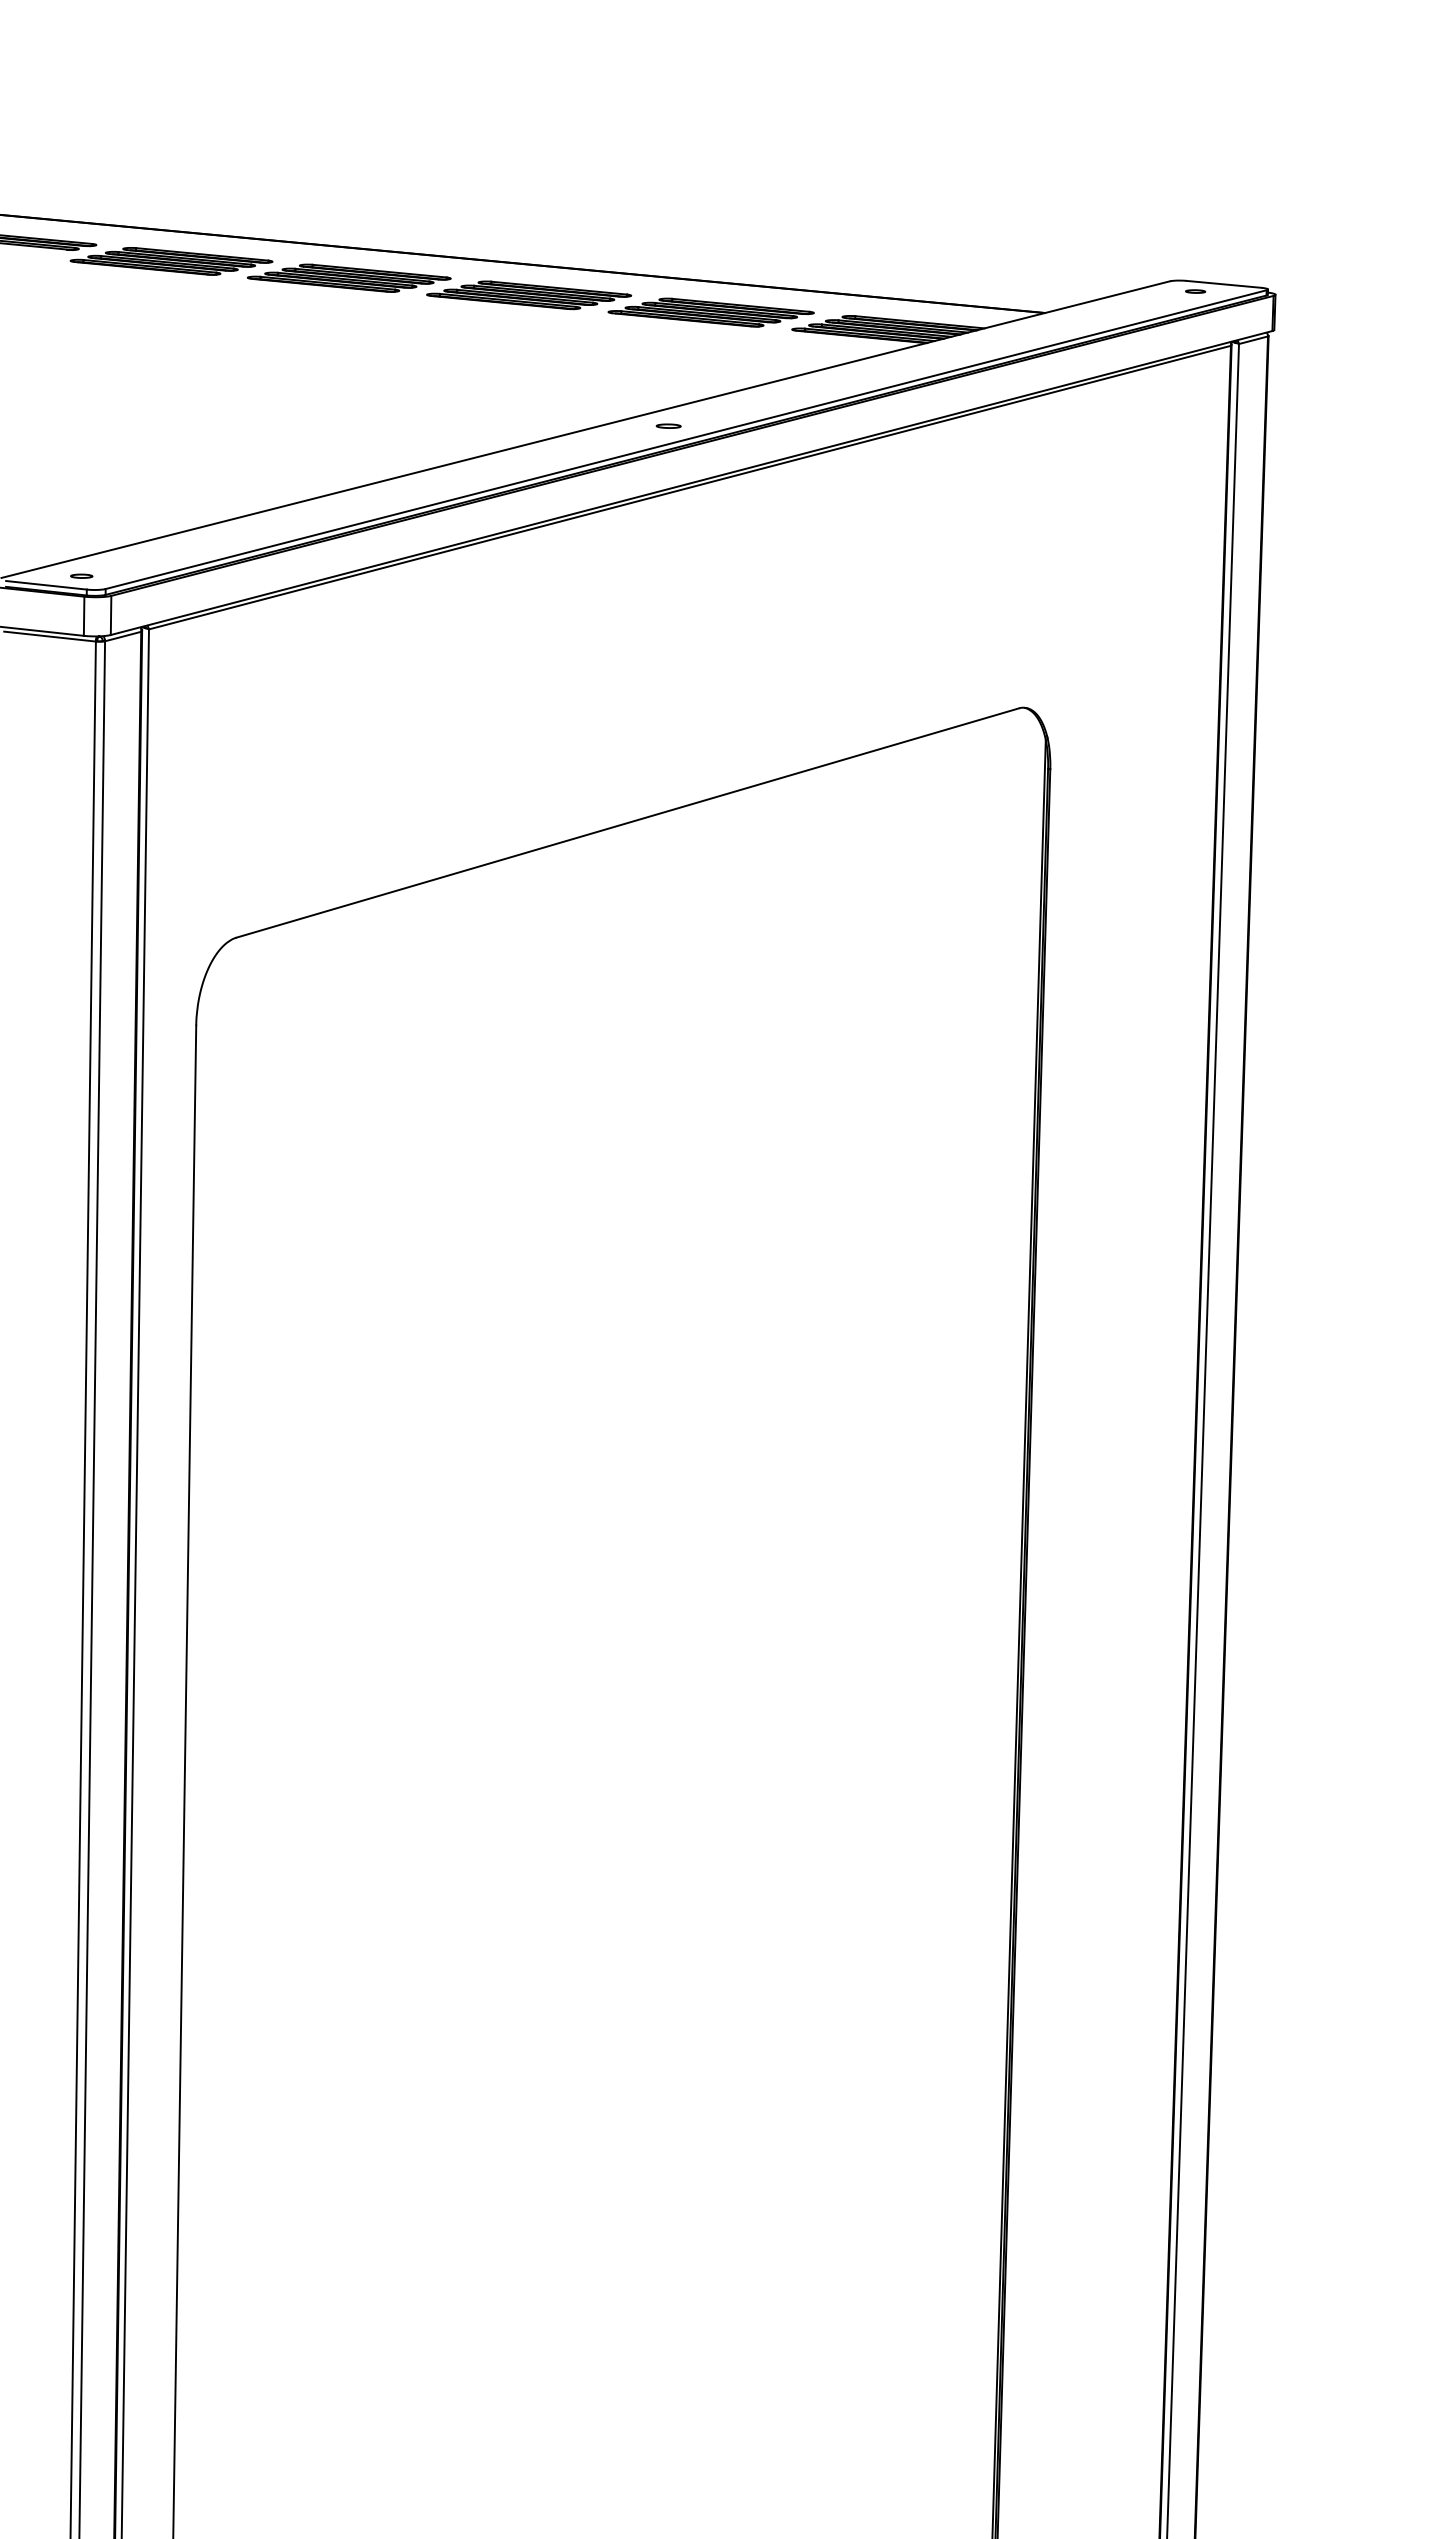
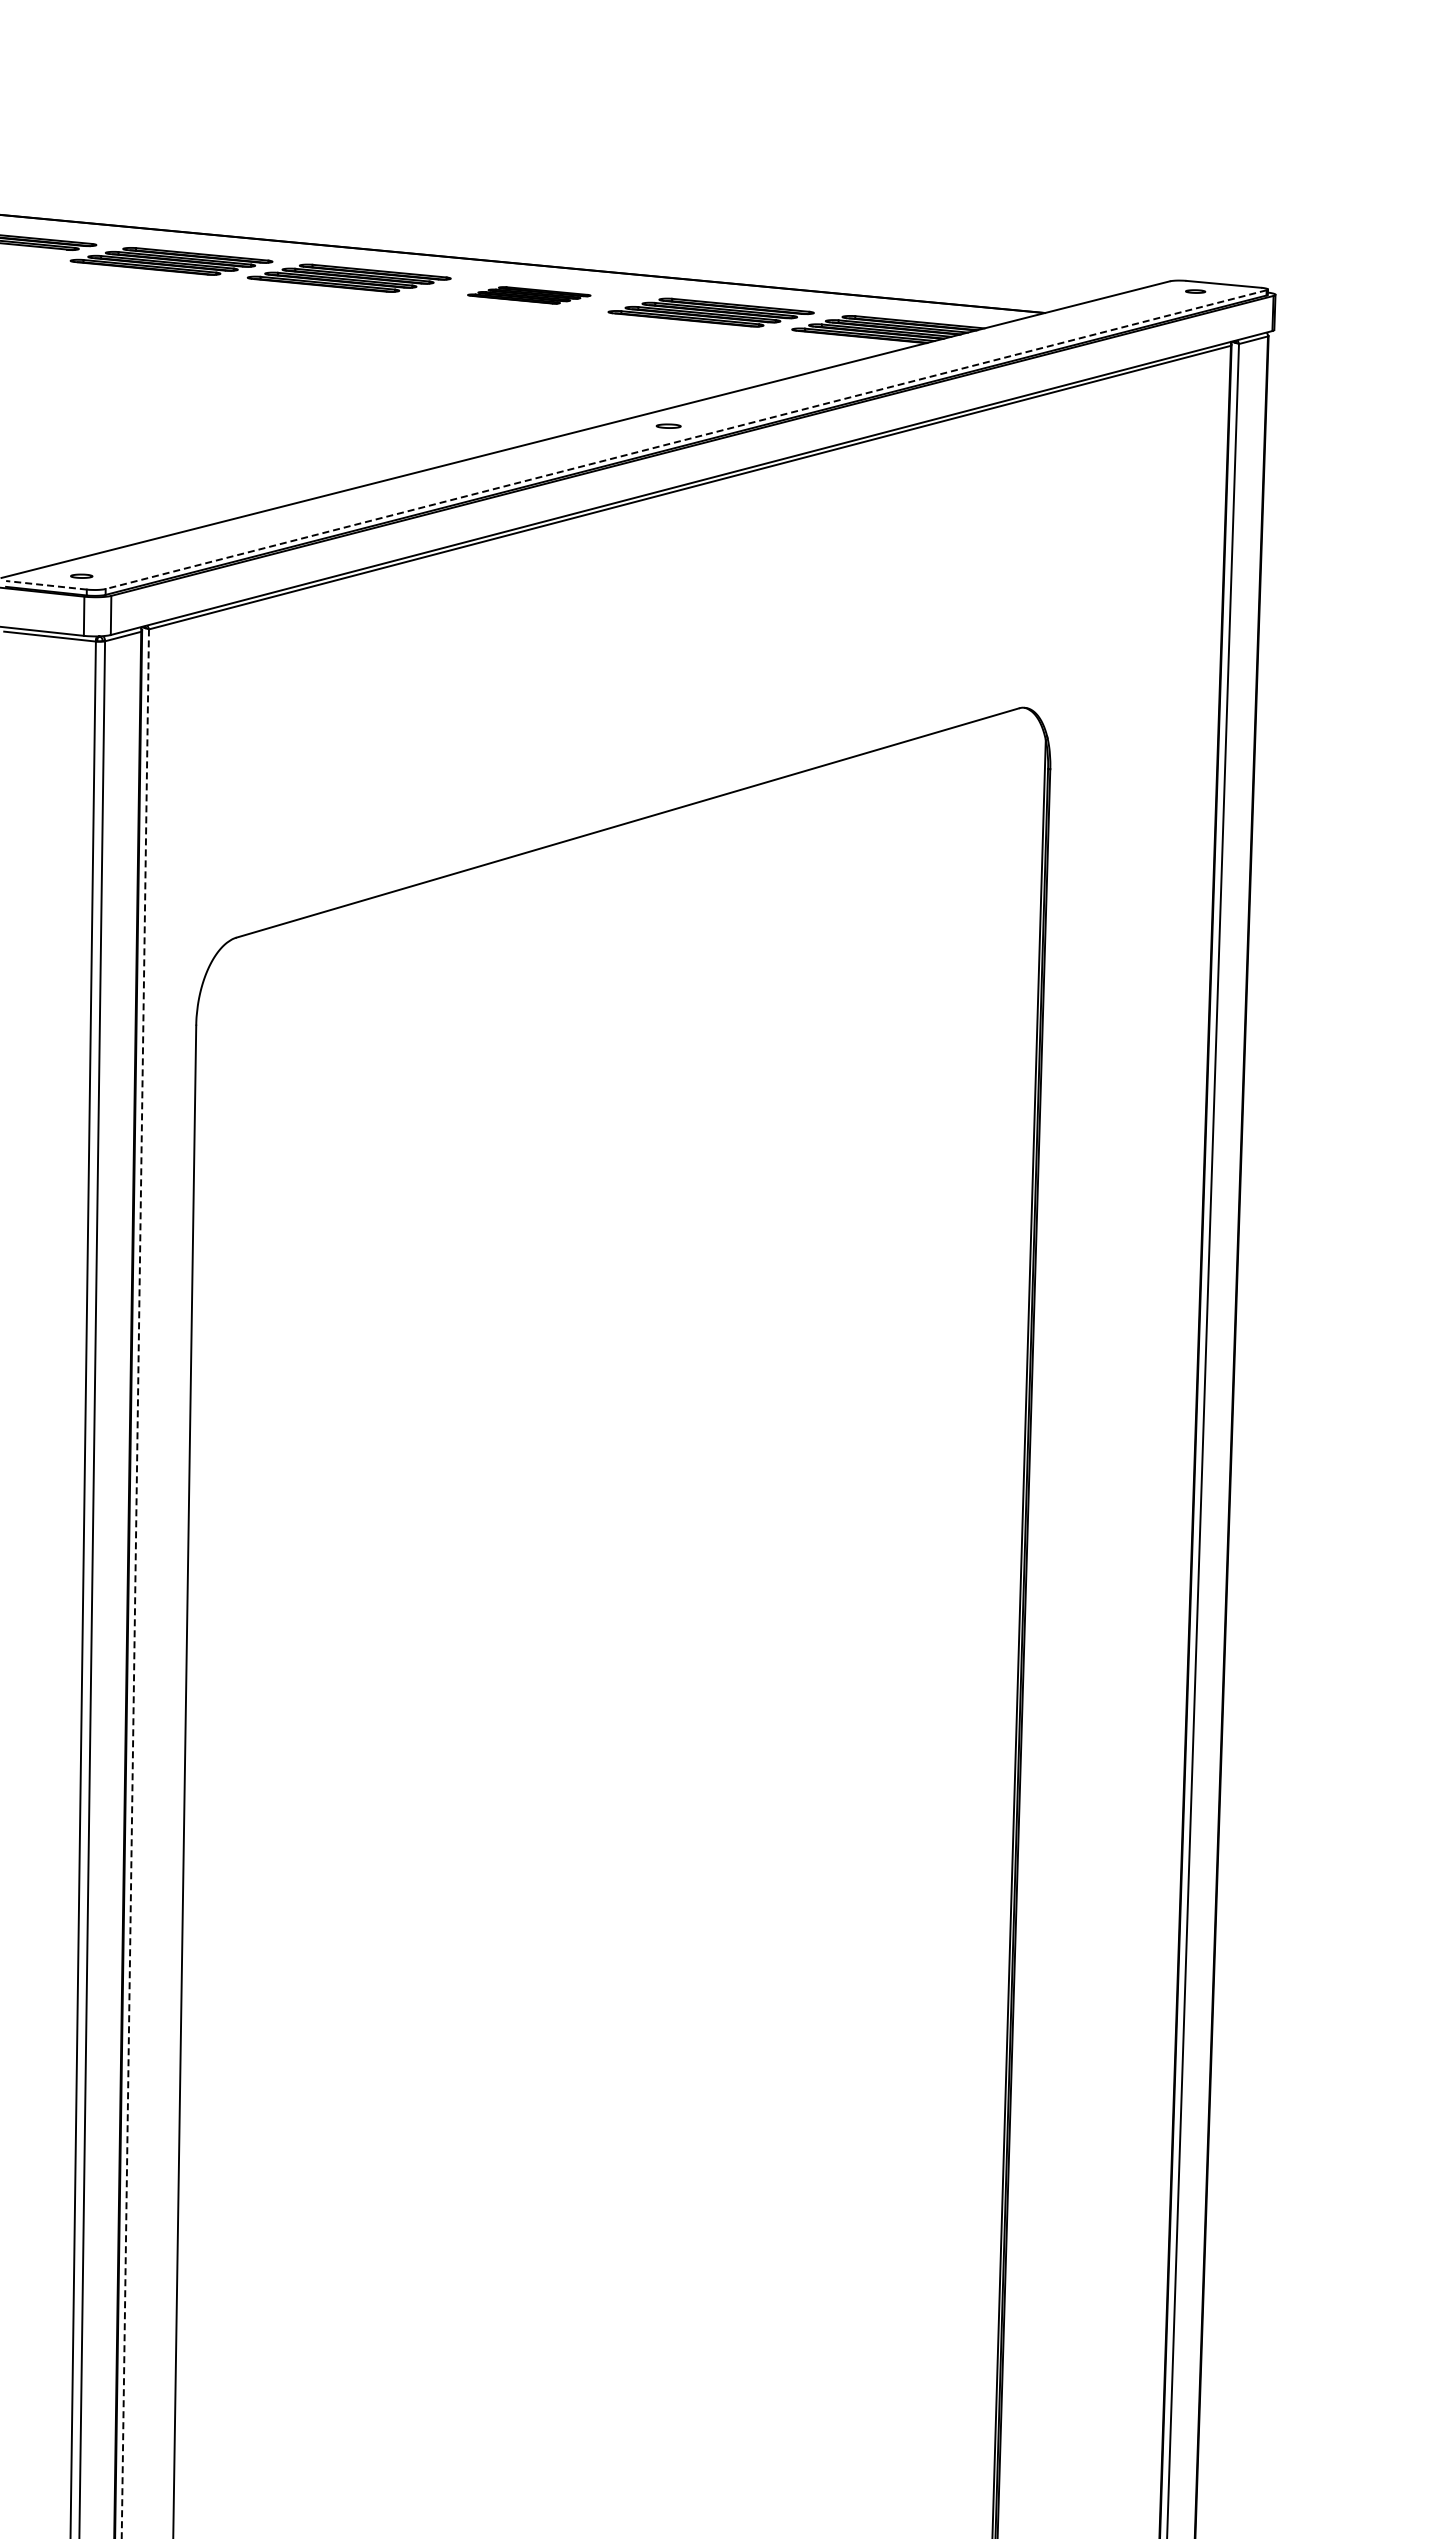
part at (529, 295) size: 207x31 px -> 125x19 px
line at (685, 439): solid -> dashed
line at (46, 585): solid -> dashed
line at (135, 1584): solid -> dashed
